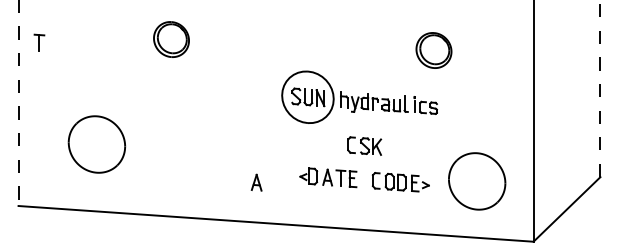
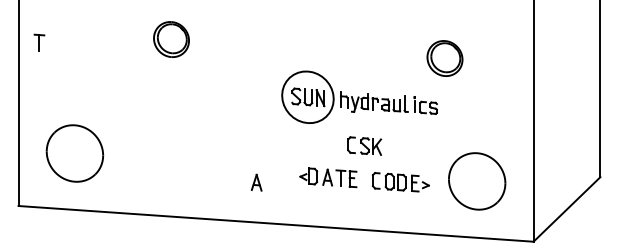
part at (433, 50) position: (433, 50) -> (444, 58)
line at (600, 88): dashed -> solid
line at (18, 103): dashed -> solid
part at (96, 144) position: (96, 144) -> (74, 153)
